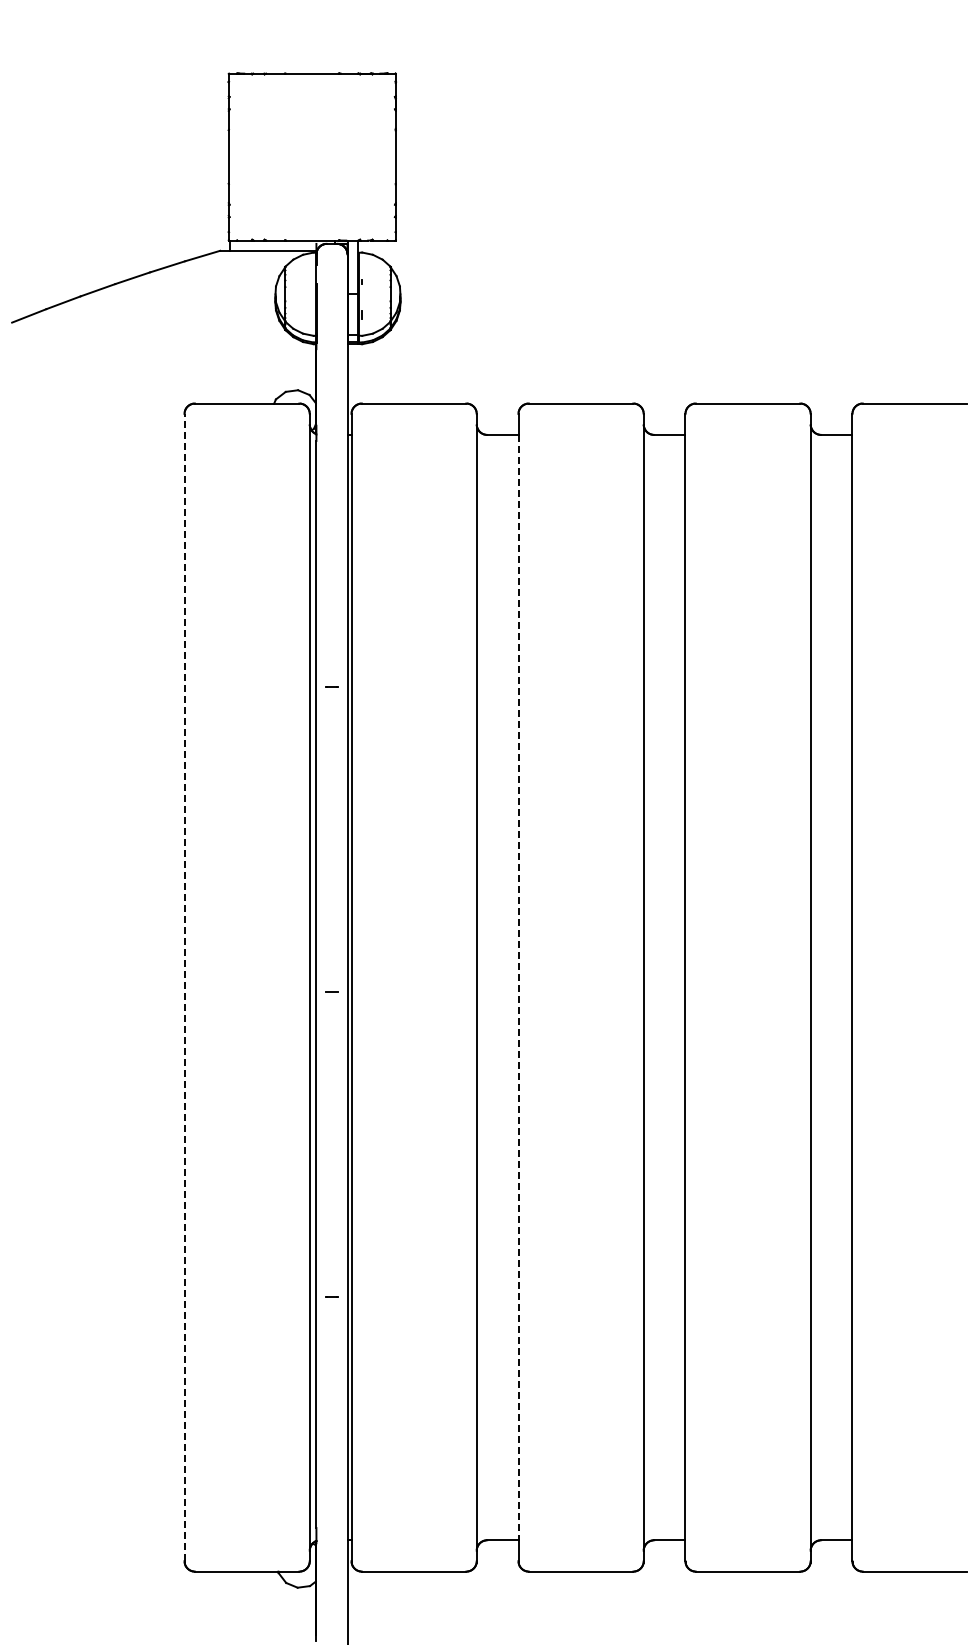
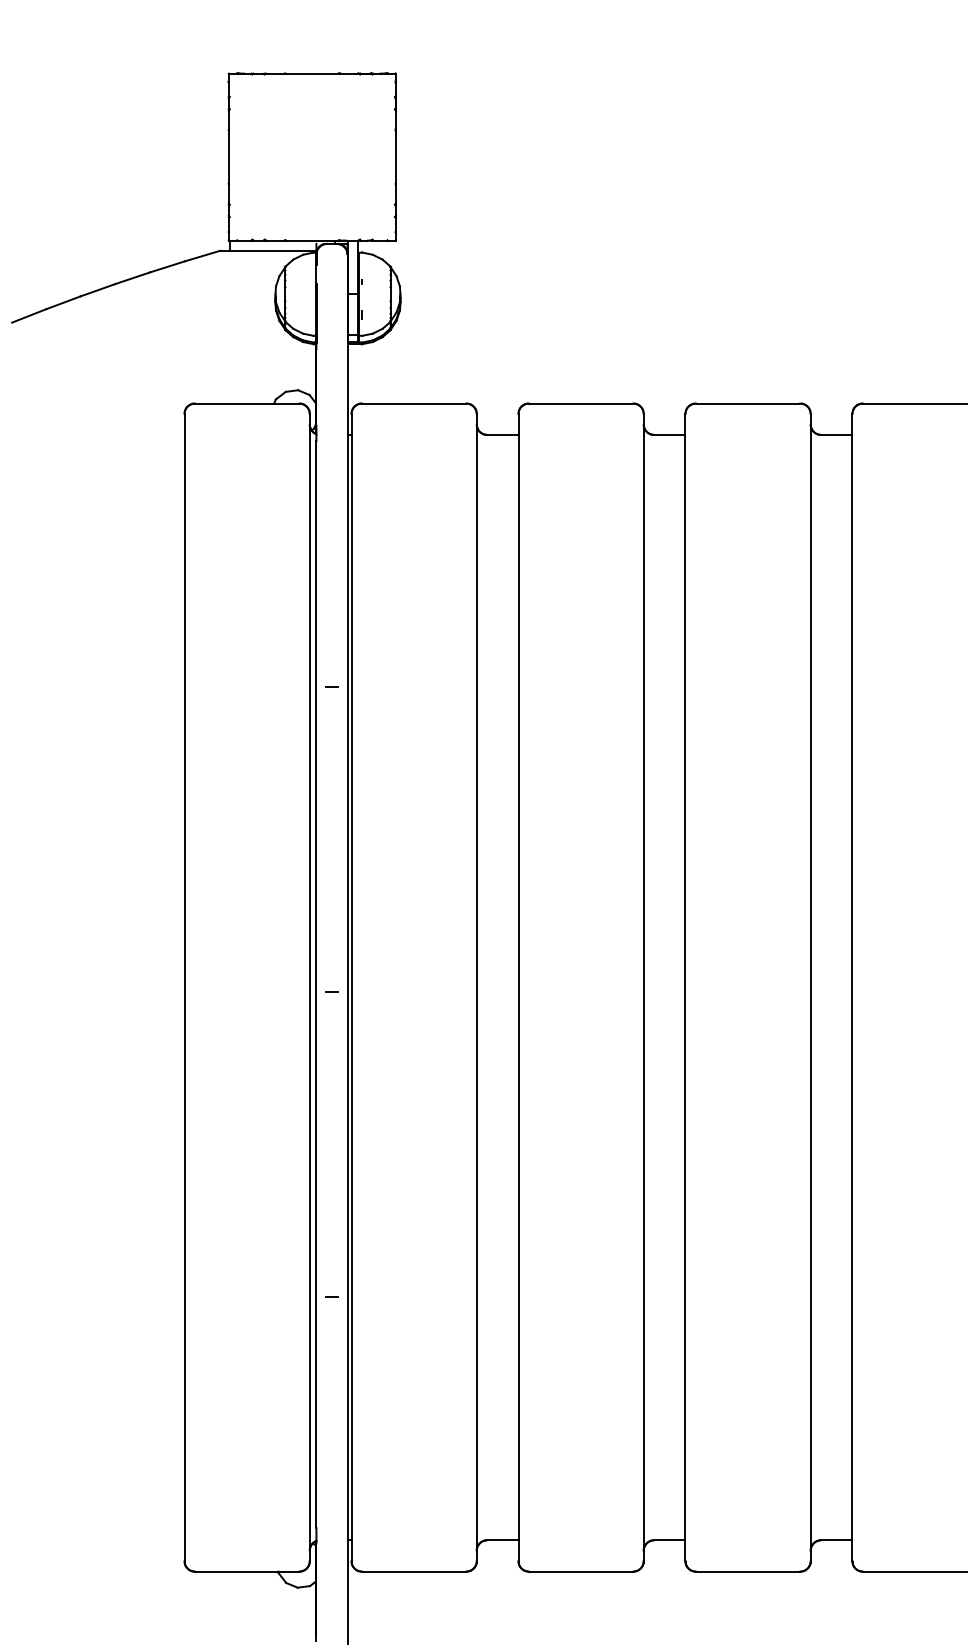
line at (184, 987): dashed -> solid
line at (518, 987): dashed -> solid
